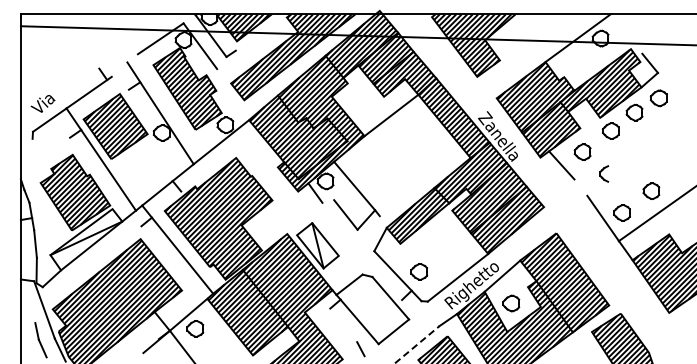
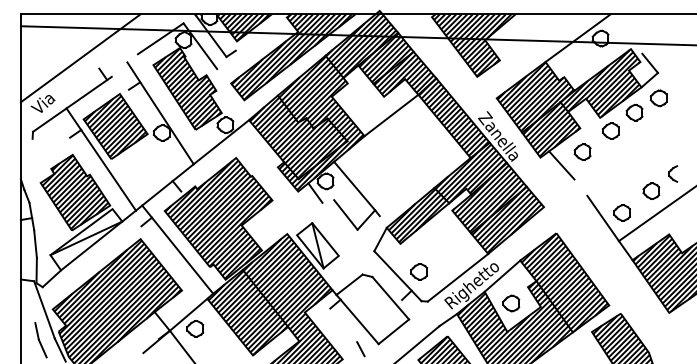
line at (80, 58): none -> present
part at (604, 173) position: (604, 173) -> (673, 173)
line at (417, 344): dashed -> solid
